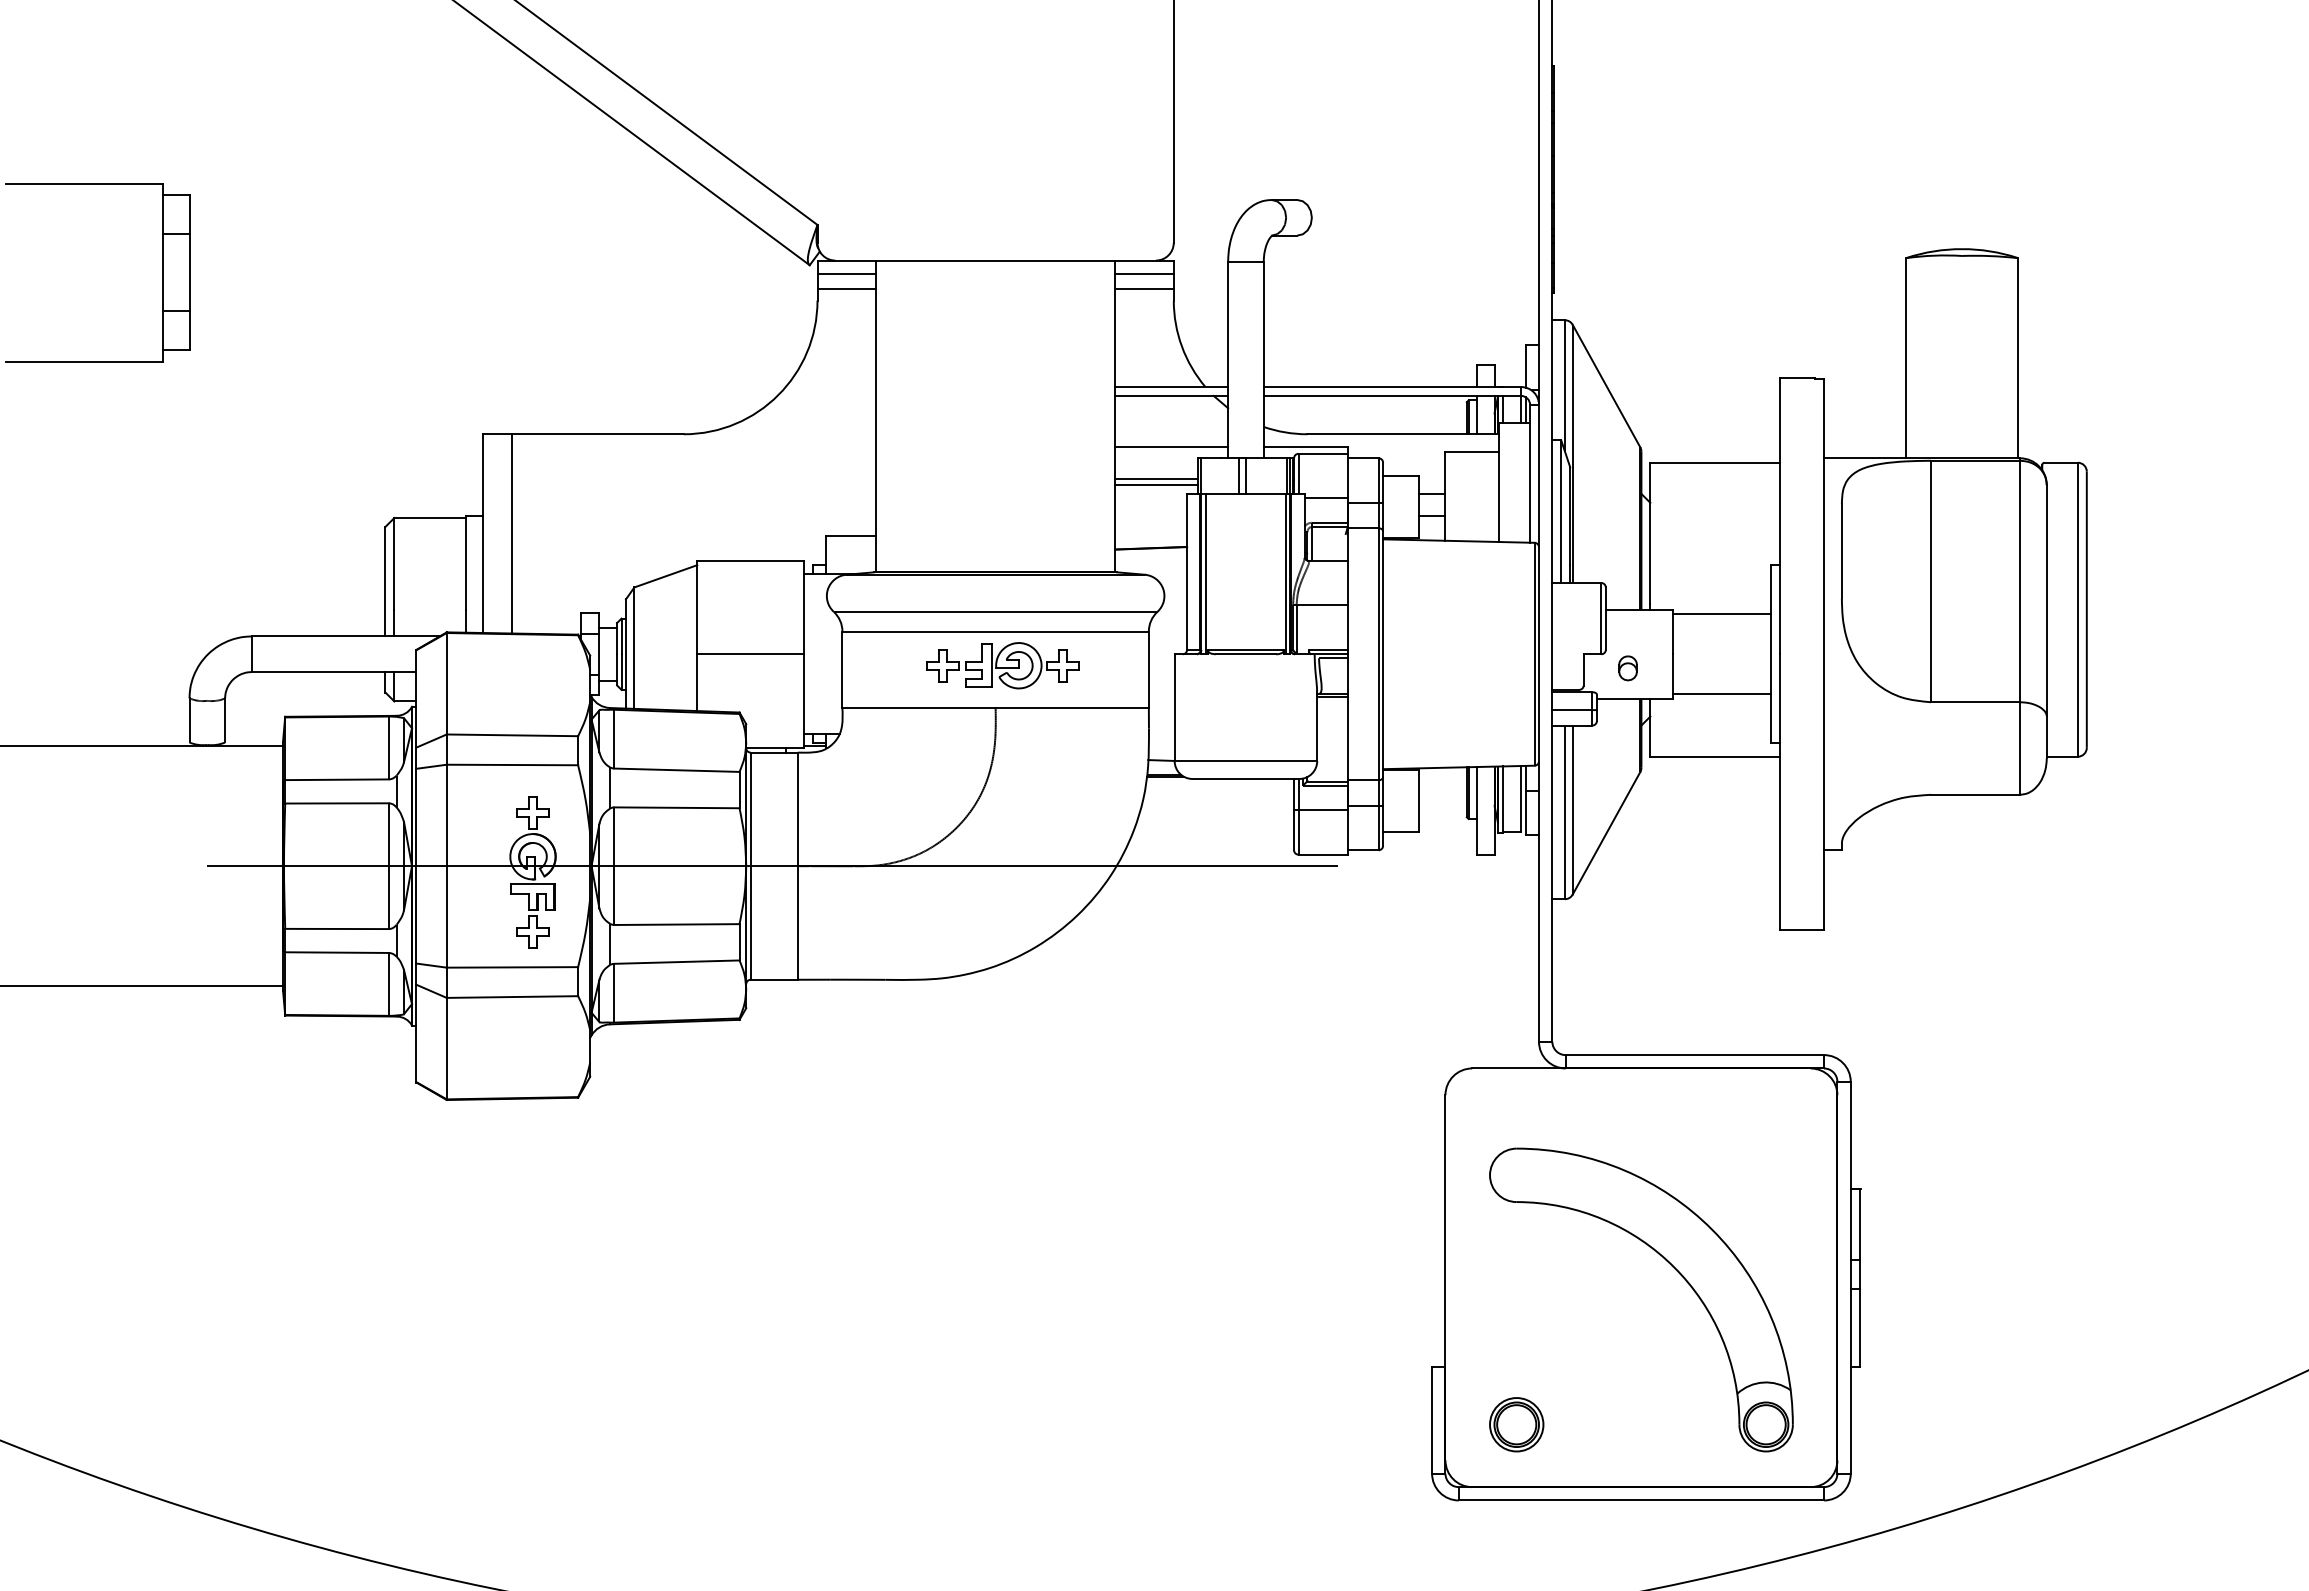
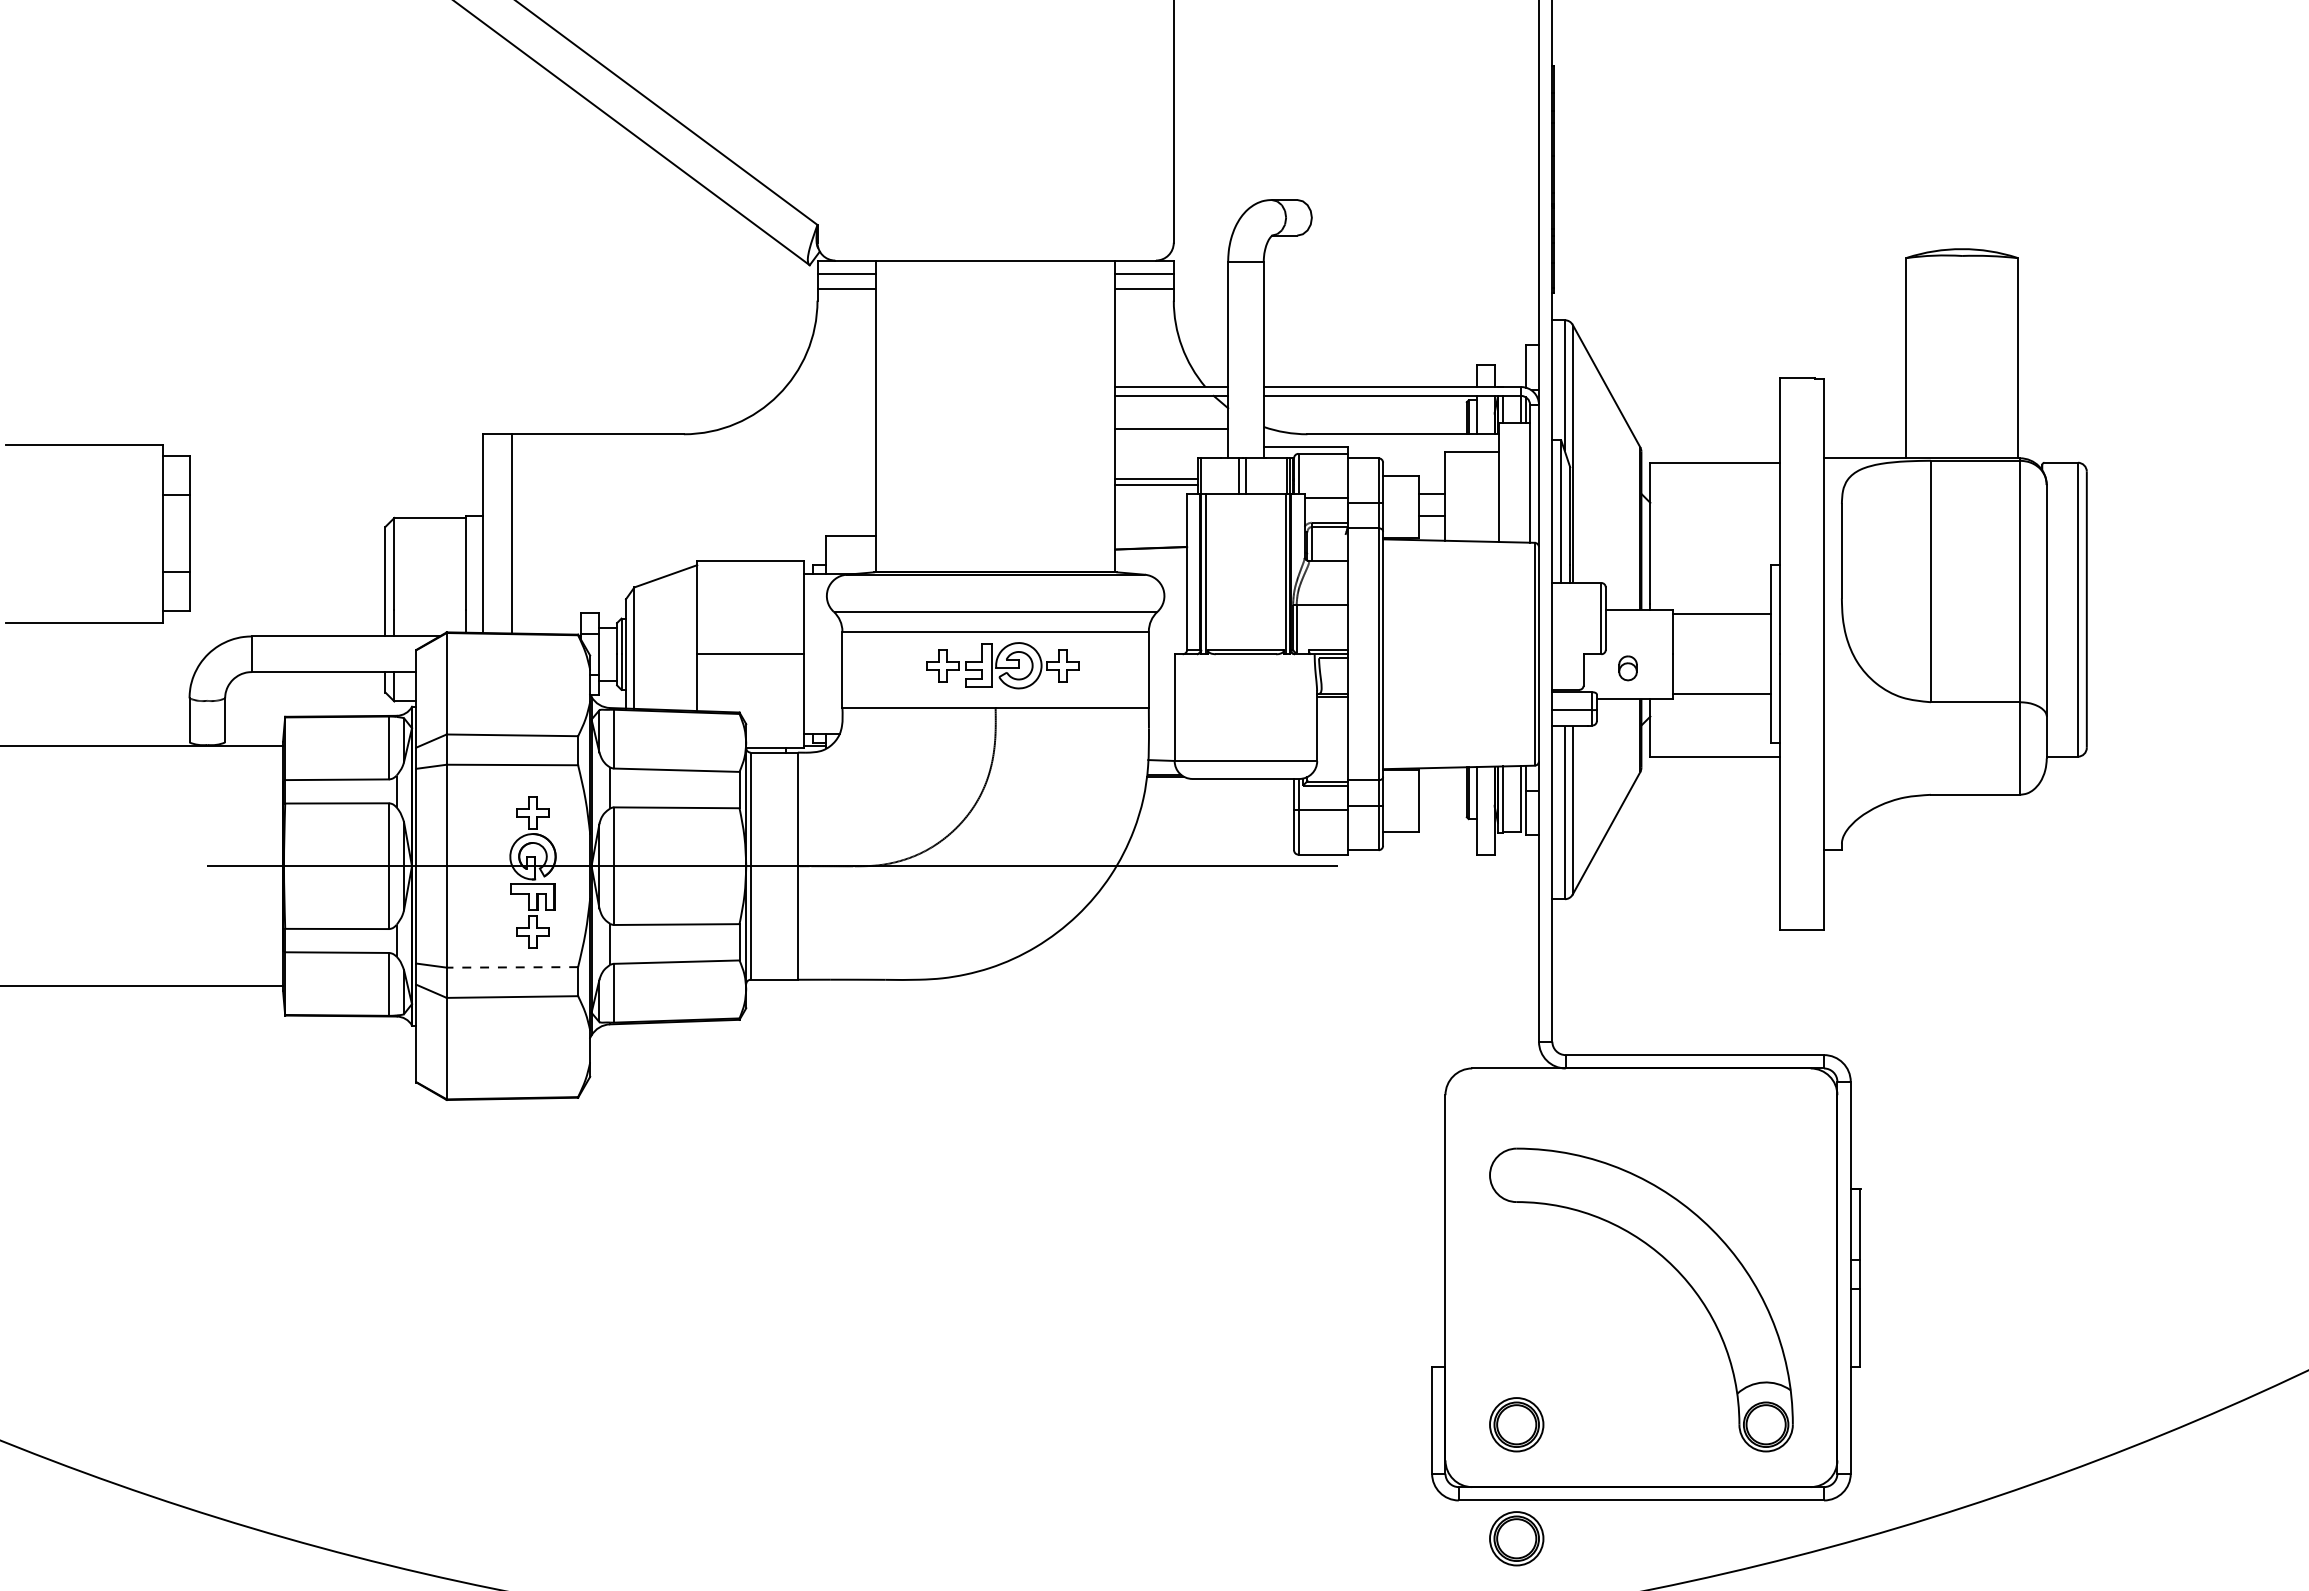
part at (162, 272) position: (162, 272) -> (162, 533)
line at (1171, 447) position: (1171, 447) -> (1171, 429)
line at (512, 967): solid -> dashed
part at (1516, 1538): none -> present
